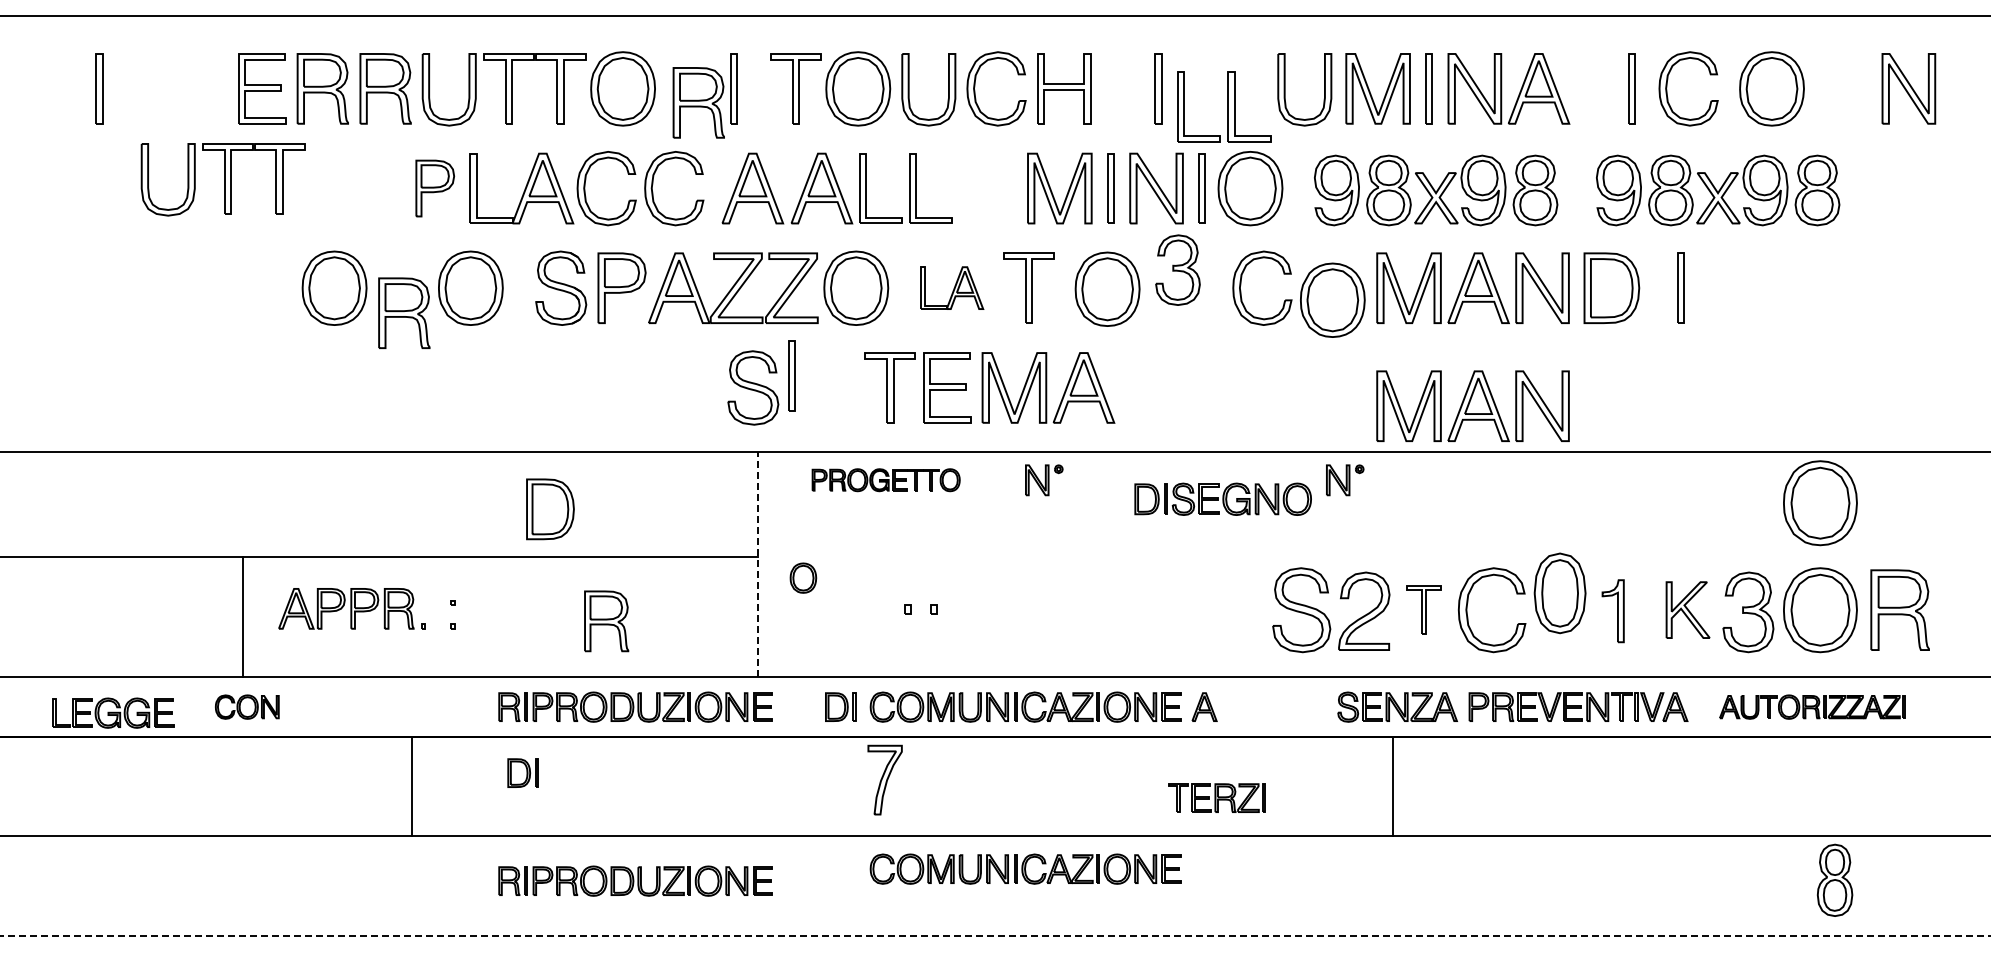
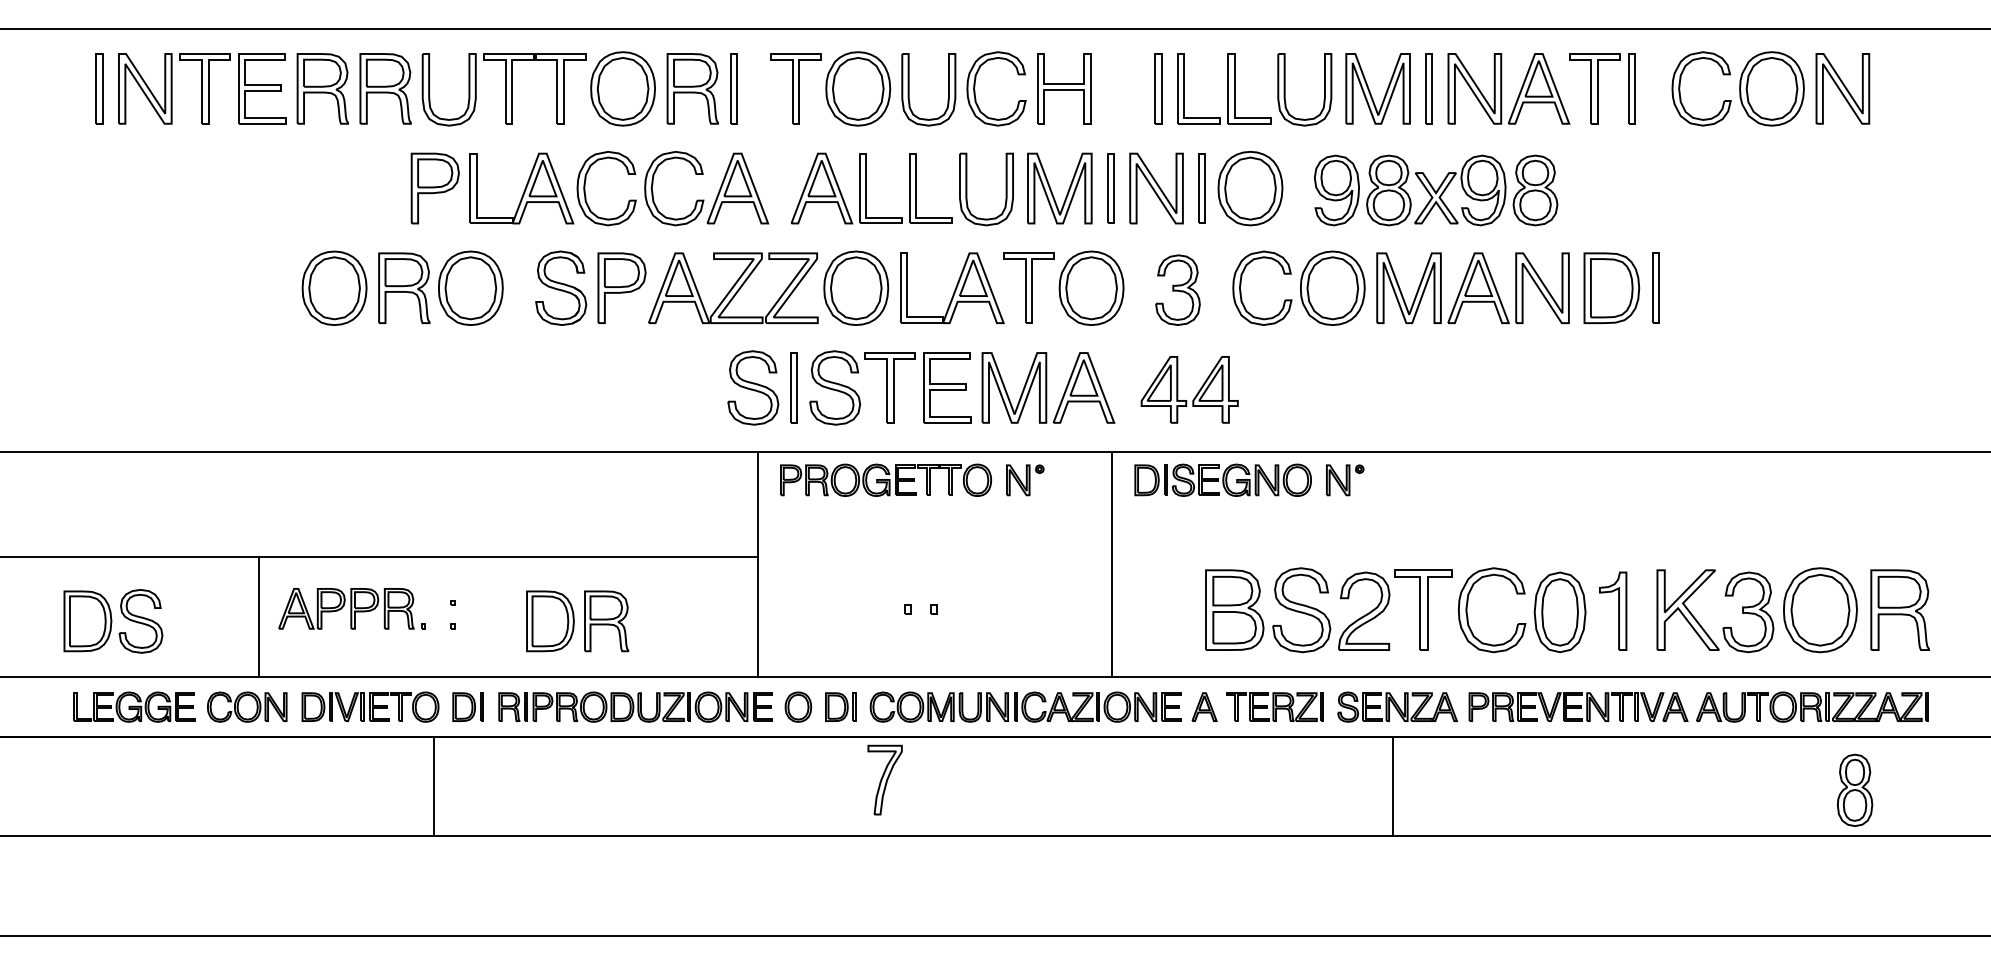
line at (994, 15) position: (994, 15) -> (994, 28)
part at (1667, 87) position: (1667, 87) -> (1680, 87)
part at (174, 88): none -> present
part at (1594, 88): none -> present
part at (1908, 88) position: (1908, 88) -> (1842, 88)
part at (698, 102) position: (698, 102) -> (692, 88)
part at (1224, 106) position: (1224, 106) -> (1224, 88)
part at (222, 179): present -> none
part at (435, 188) size: 41x59 px -> 50x73 px
part at (752, 188) position: (752, 188) -> (737, 188)
part at (967, 189): none -> present
part at (1718, 190): present -> none
part at (1177, 269) position: (1177, 269) -> (1177, 289)
part at (952, 287) size: 65x44 px -> 105x72 px
part at (1680, 287) position: (1680, 287) -> (1655, 287)
part at (1107, 288) position: (1107, 288) -> (1091, 287)
part at (1332, 299) position: (1332, 299) -> (1332, 287)
part at (404, 312) position: (404, 312) -> (404, 287)
part at (791, 375) position: (791, 375) -> (793, 387)
part at (835, 387): none -> present
part at (1195, 395): none -> present
part at (1472, 405): present -> none
part at (885, 480) size: 150x25 px -> 213x34 px
part at (1044, 480) position: (1044, 480) -> (1025, 480)
part at (1222, 498) position: (1222, 498) -> (1222, 479)
part at (1820, 503): present -> none
part at (550, 509) position: (550, 509) -> (550, 621)
line at (1112, 563): none -> present
line at (757, 564): dashed -> solid
part at (803, 577) position: (803, 577) -> (798, 706)
part at (1559, 593) position: (1559, 593) -> (1559, 612)
part at (1234, 609): none -> present
part at (1423, 609) size: 36x50 px -> 59x82 px
part at (1687, 609) size: 46x58 px -> 64x82 px
part at (1612, 611) size: 24x65 px -> 29x80 px
line at (243, 616) position: (243, 616) -> (259, 616)
part at (113, 621): none -> present
part at (247, 706) size: 65x26 px -> 81x32 px
part at (370, 706): none -> present
part at (1812, 706) size: 187x26 px -> 233x32 px
part at (113, 712) position: (113, 712) -> (134, 706)
part at (522, 772) position: (522, 772) -> (467, 706)
line at (411, 786) position: (411, 786) -> (433, 786)
part at (1216, 797) position: (1216, 797) -> (1274, 706)
part at (1025, 868): present -> none
part at (1834, 879) position: (1834, 879) -> (1854, 789)
part at (635, 880): present -> none
line at (995, 936): dashed -> solid
